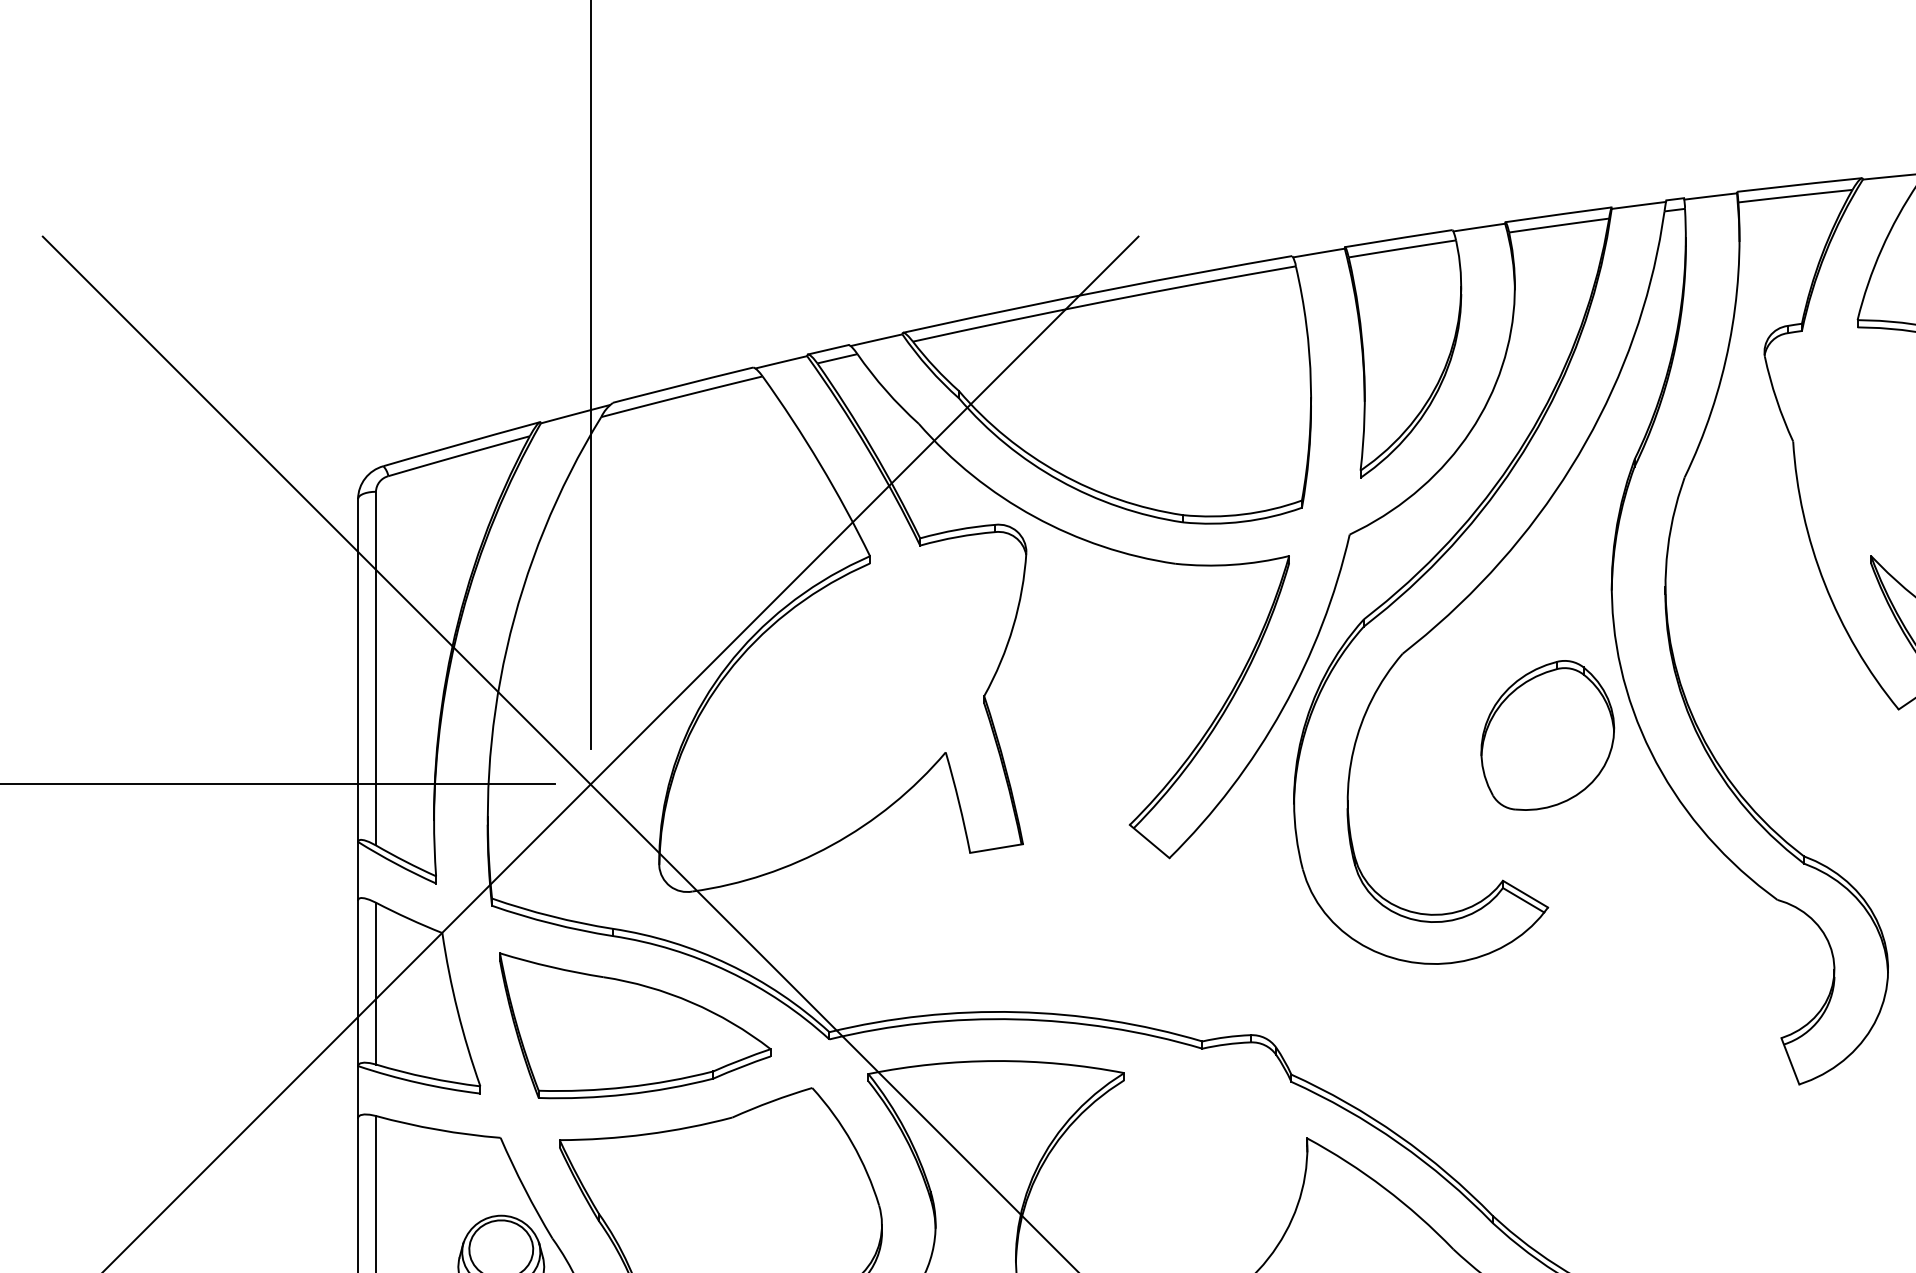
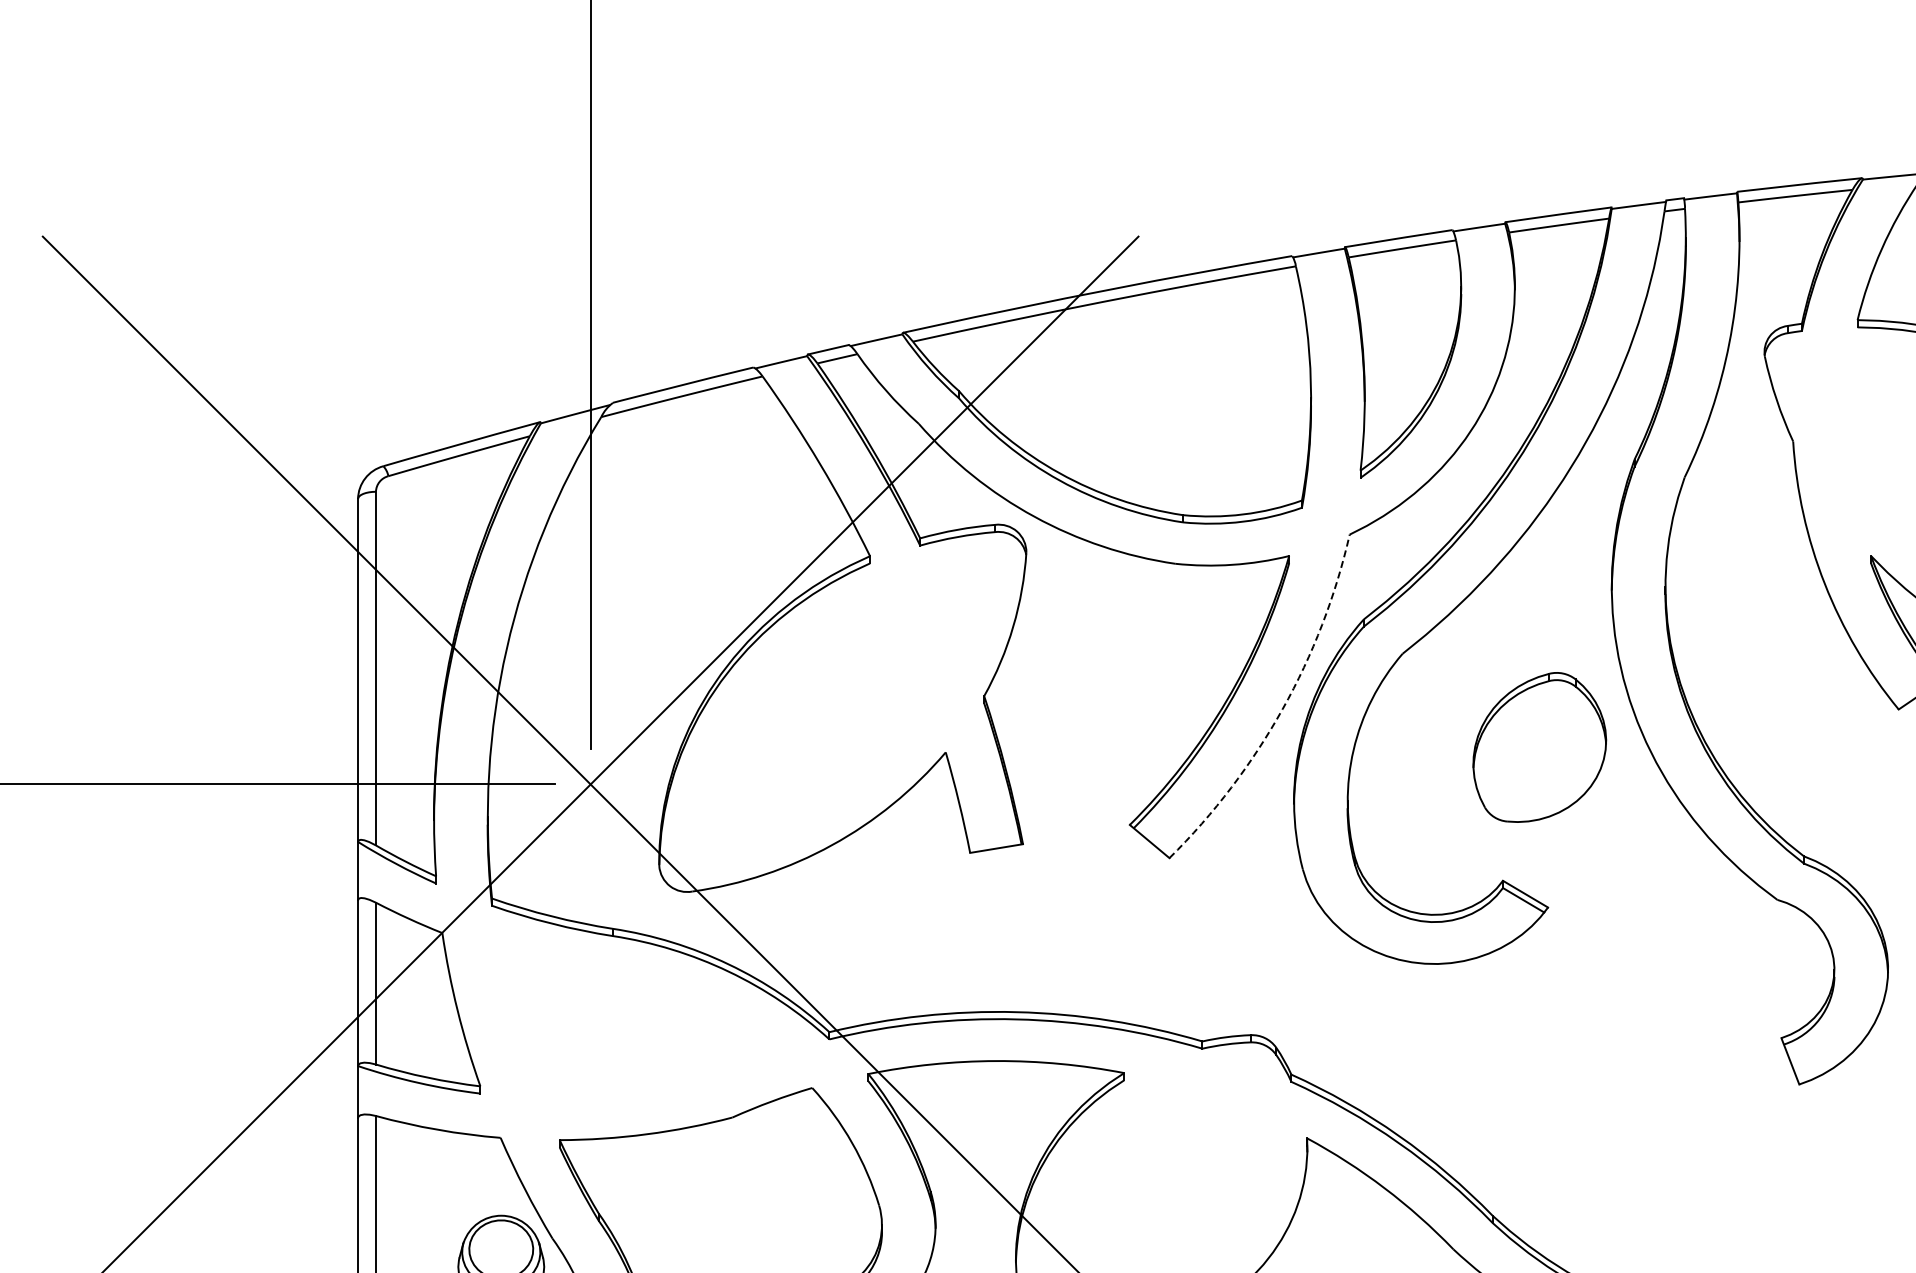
arc at (1282, 709): solid -> dashed
part at (1547, 735) position: (1547, 735) -> (1539, 747)
part at (635, 1025): present -> none
